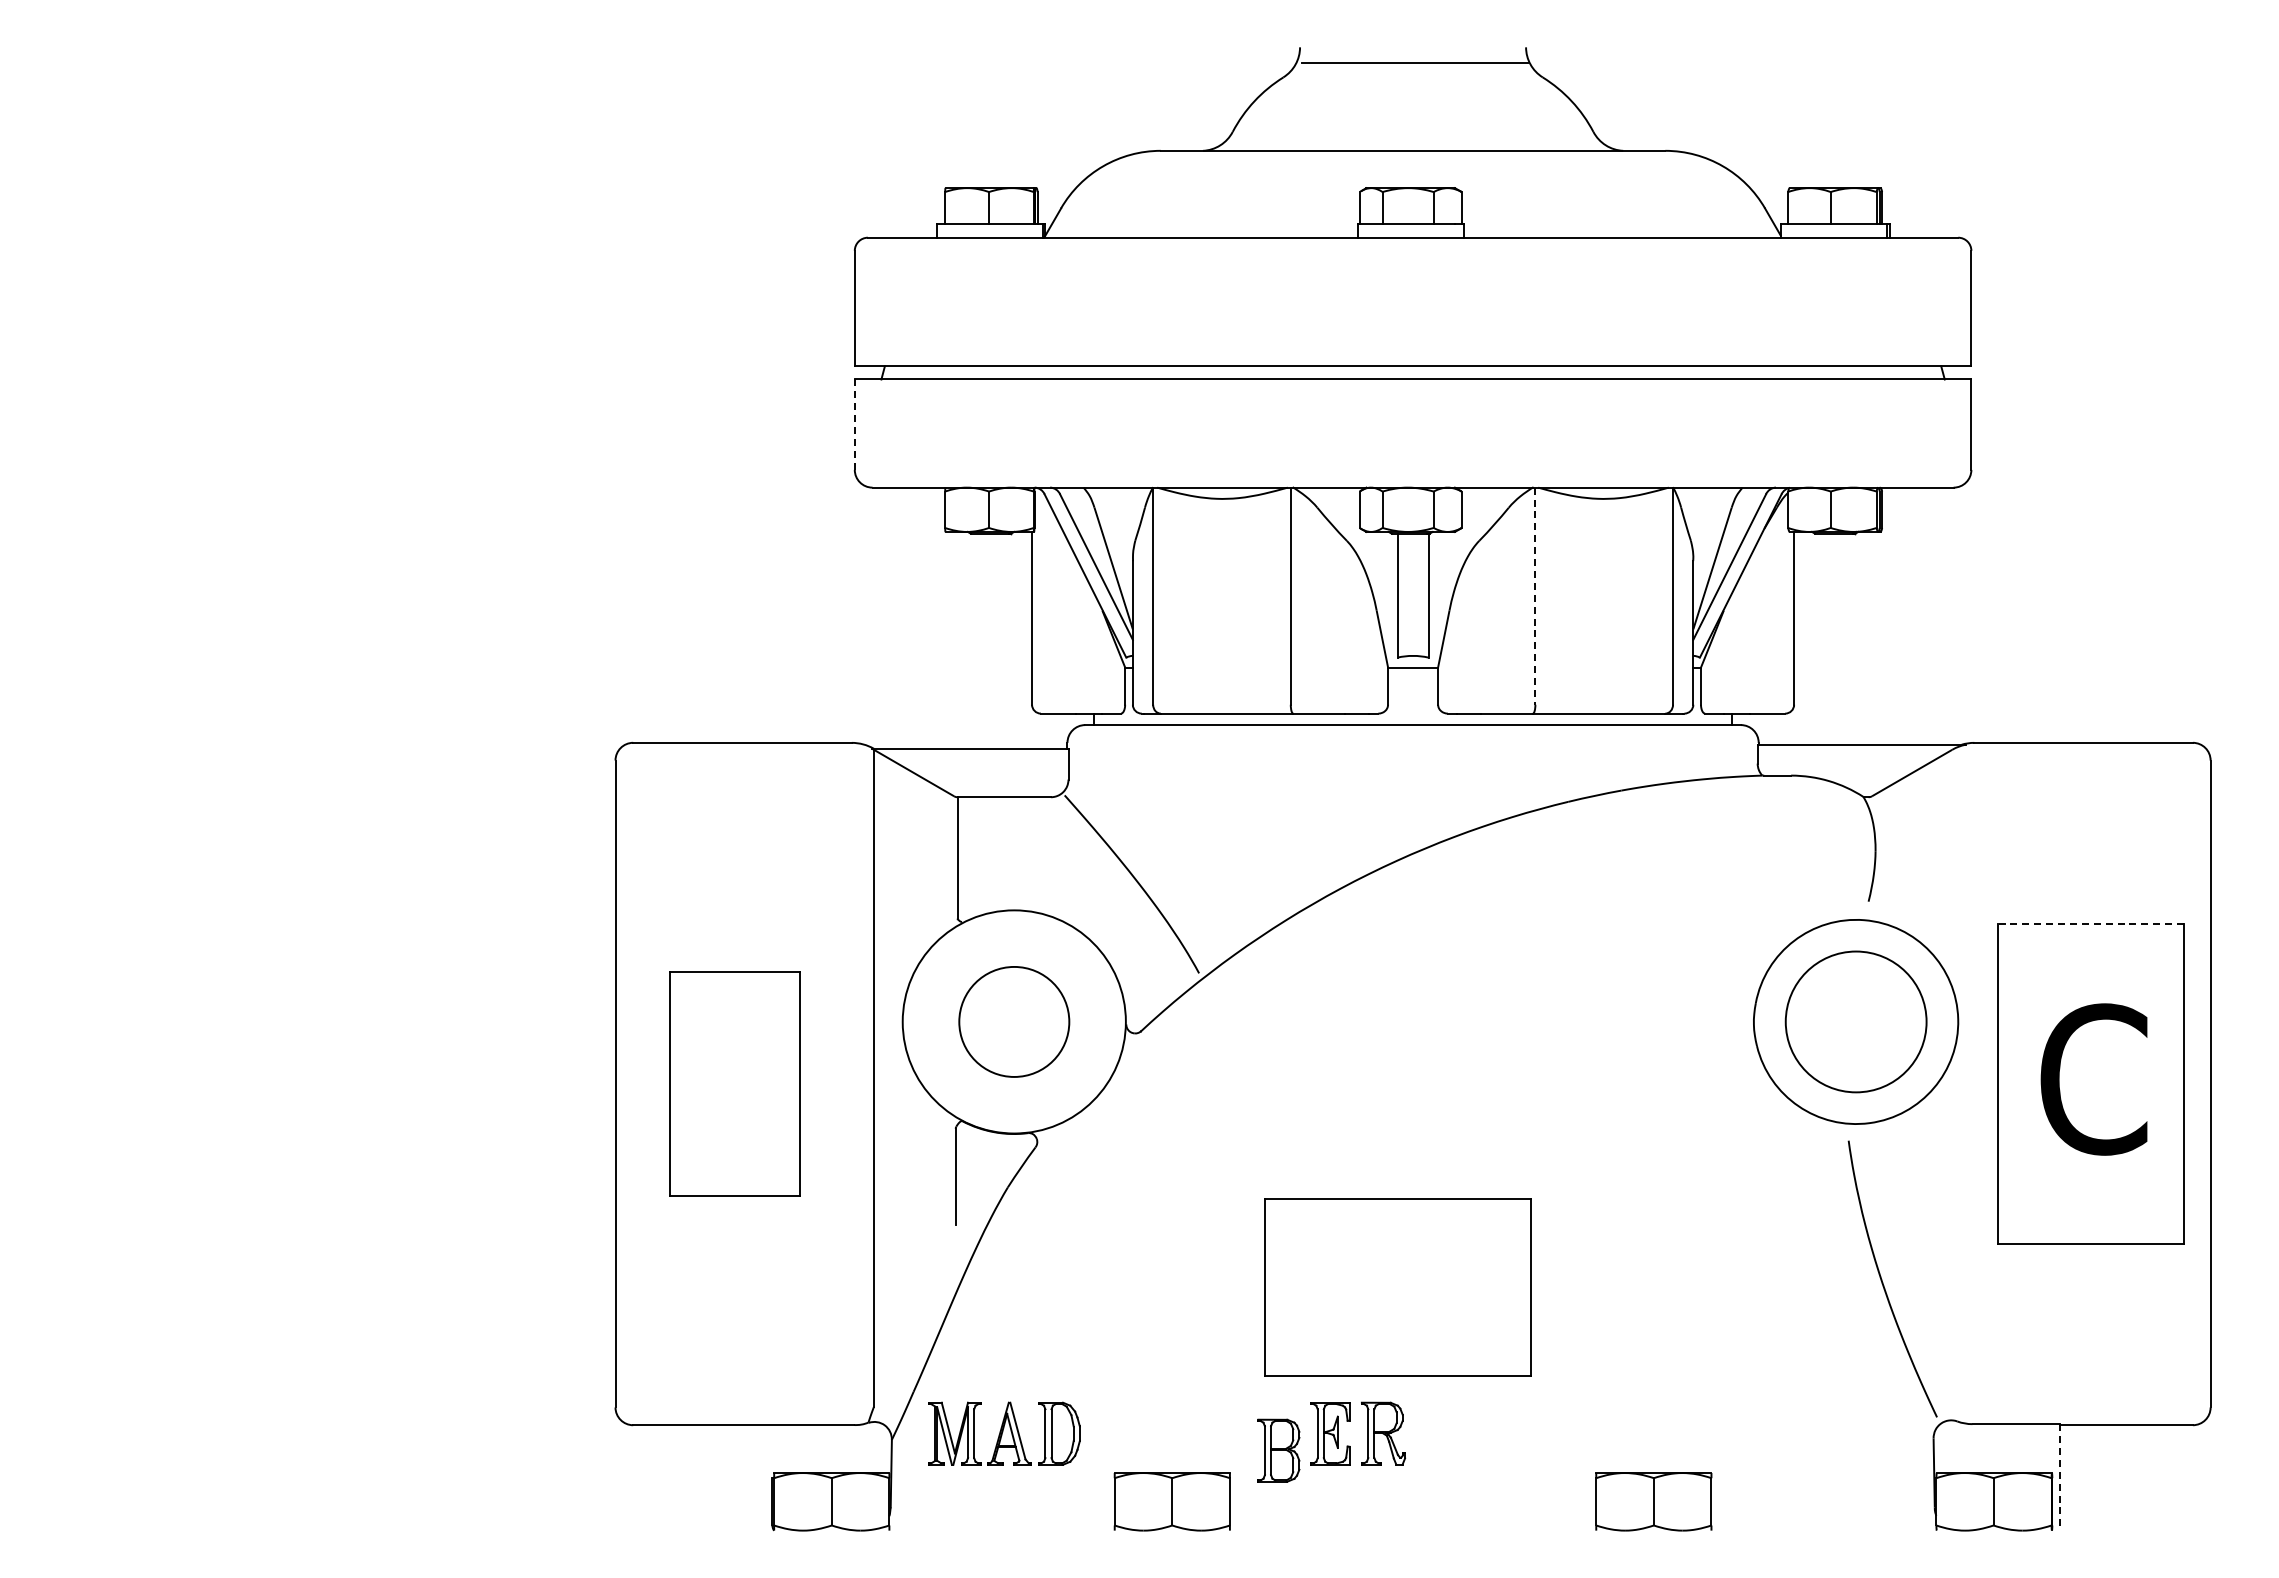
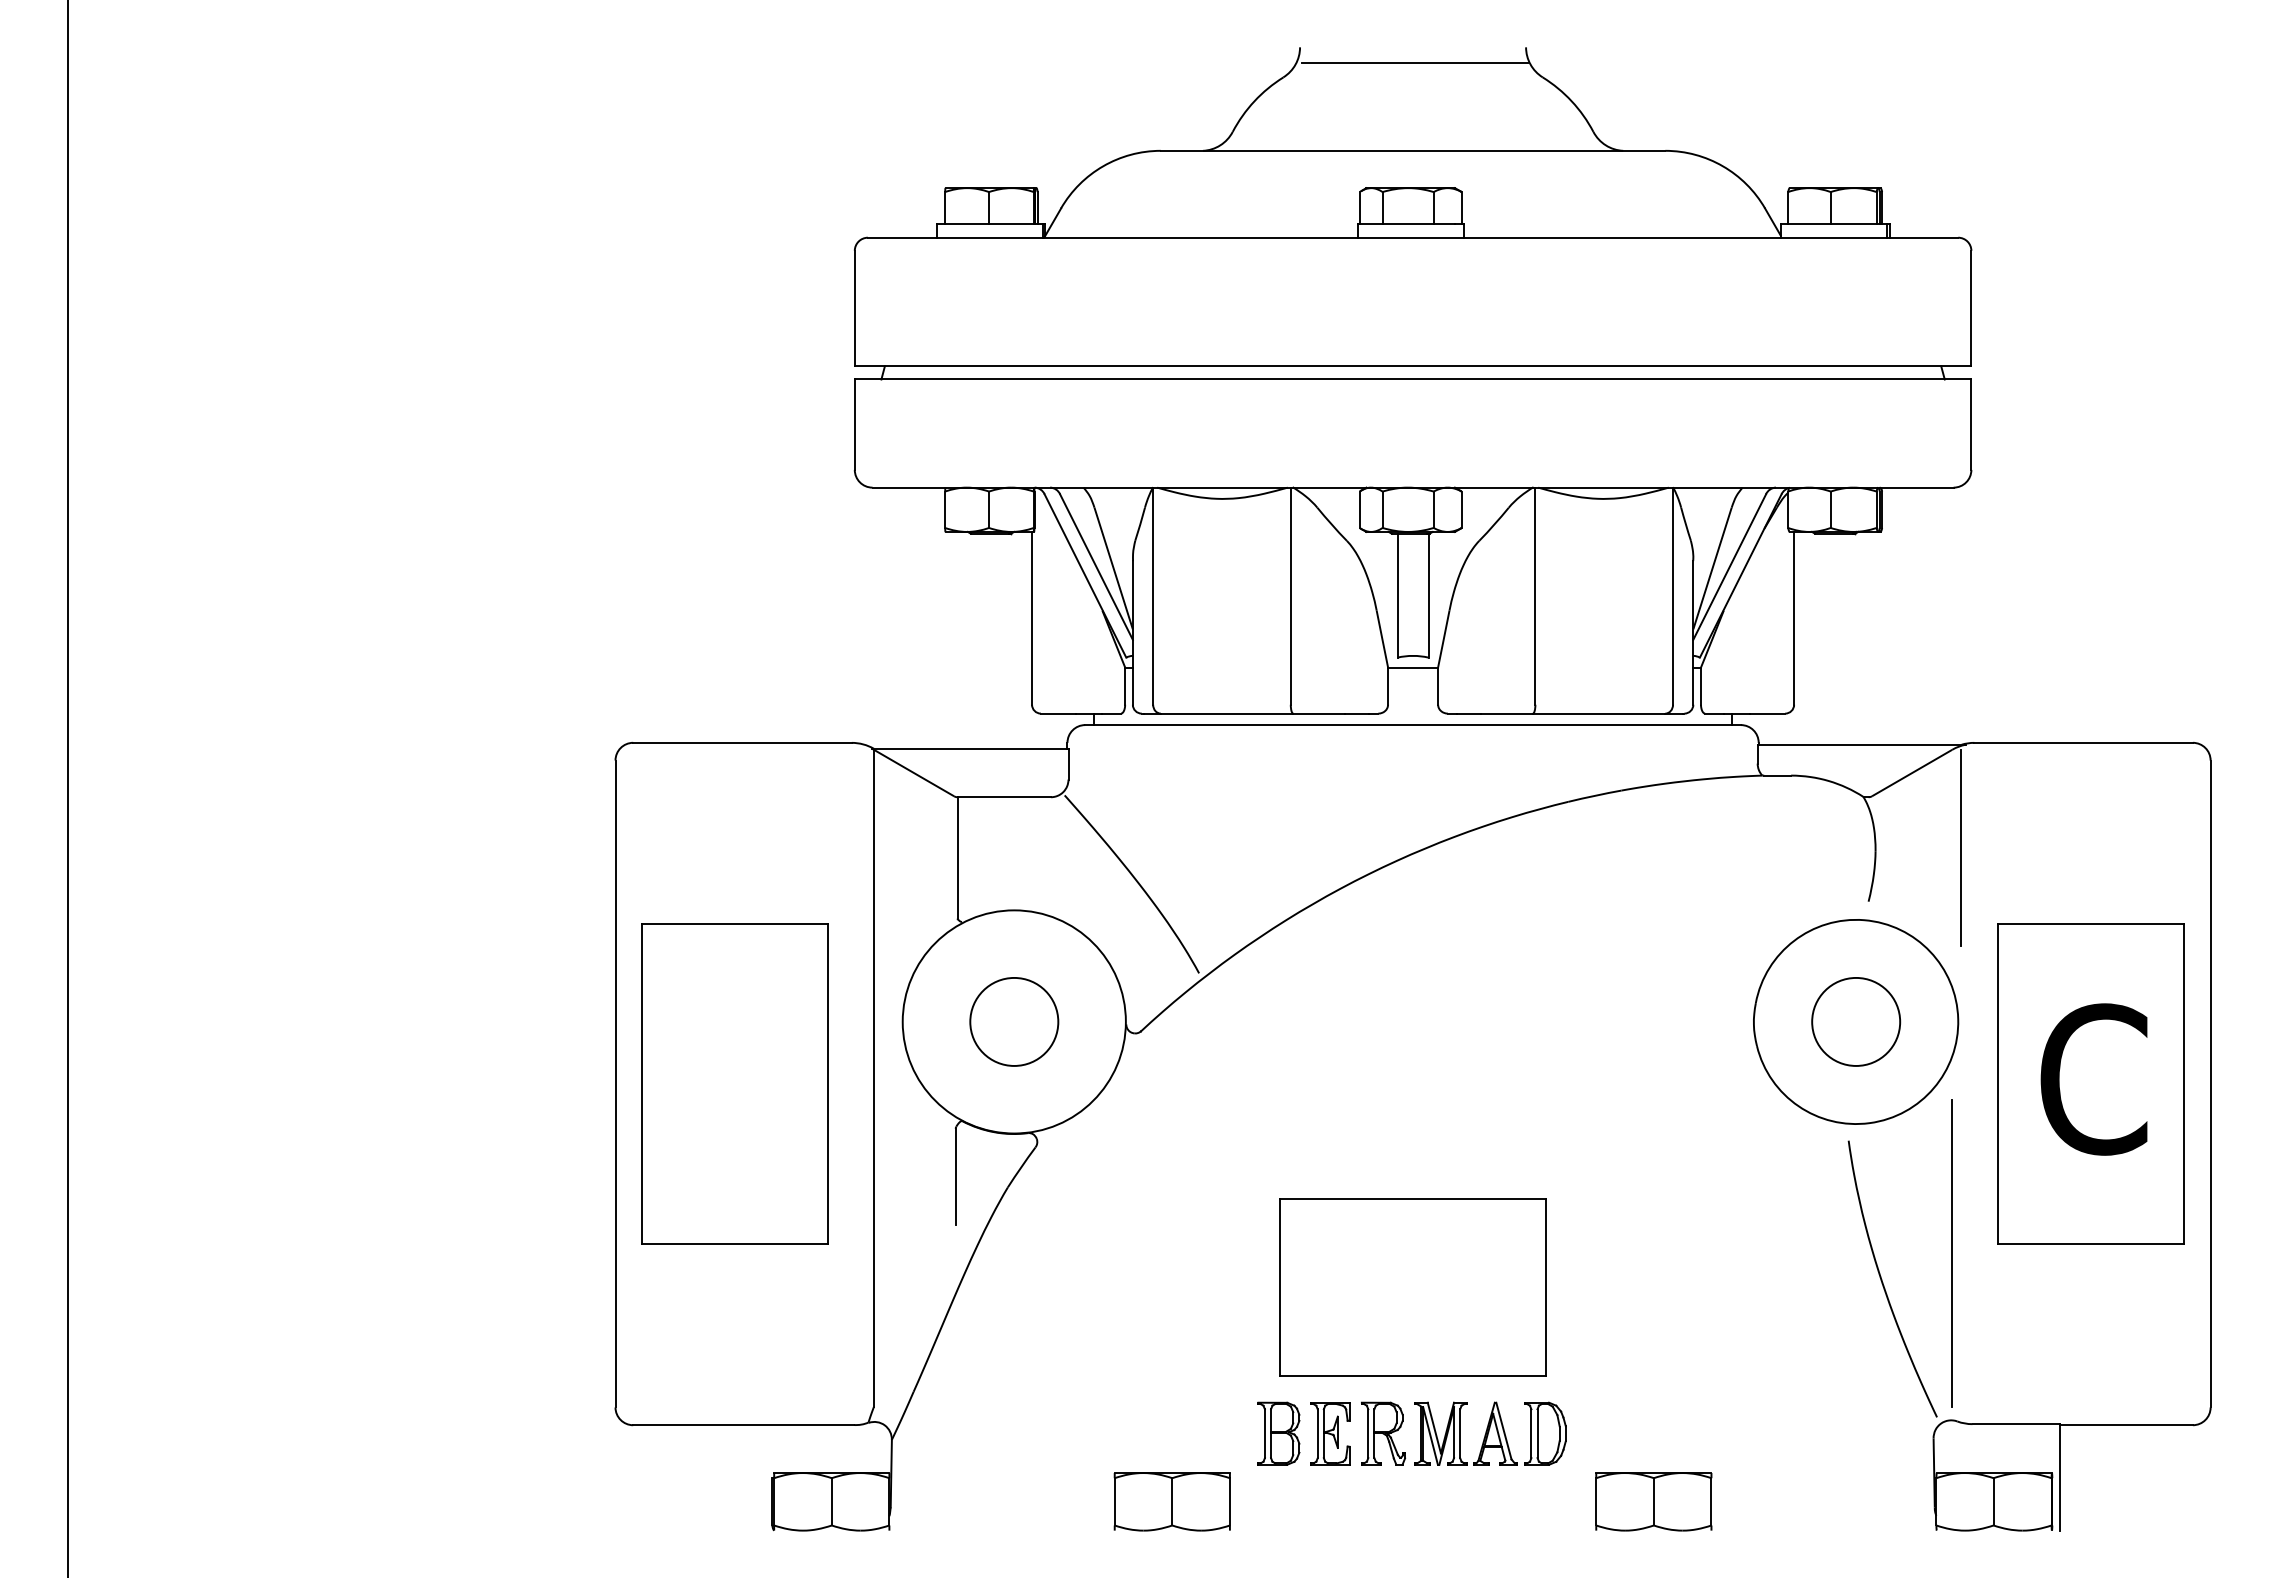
line at (854, 425): dashed -> solid
line at (1535, 596): dashed -> solid
line at (68, 788): none -> present
line at (1961, 847): none -> present
line at (2090, 924): dashed -> solid
circle at (1014, 1021) diameter: 110 px -> 88 px
circle at (1855, 1021) diameter: 141 px -> 88 px
part at (734, 1083) size: 132x226 px -> 188x322 px
line at (1951, 1253): none -> present
part at (1397, 1287) position: (1397, 1287) -> (1412, 1287)
part at (1004, 1433) position: (1004, 1433) -> (1490, 1433)
part at (1278, 1450) position: (1278, 1450) -> (1278, 1433)
line at (2059, 1477): dashed -> solid
